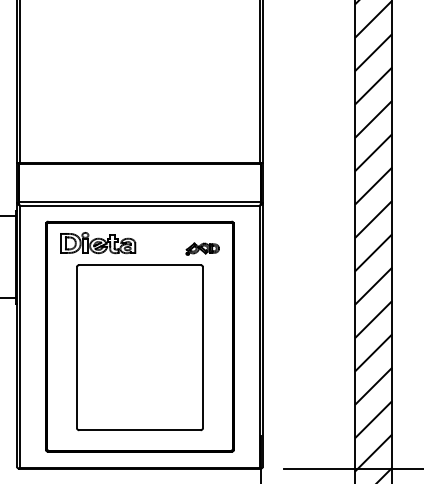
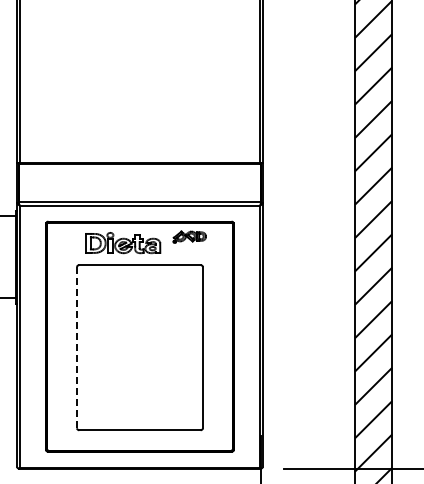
part at (98, 243) position: (98, 243) -> (123, 243)
part at (202, 248) position: (202, 248) -> (189, 236)
line at (77, 347): solid -> dashed
